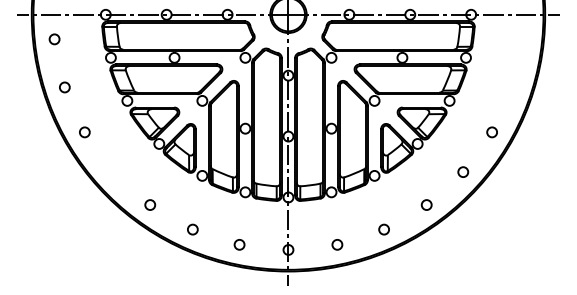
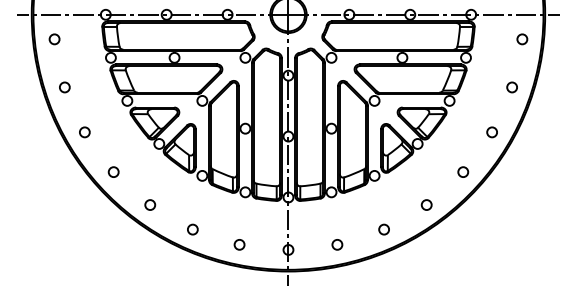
circle at (522, 39): none -> present
circle at (511, 87): none -> present
circle at (113, 171): none -> present
